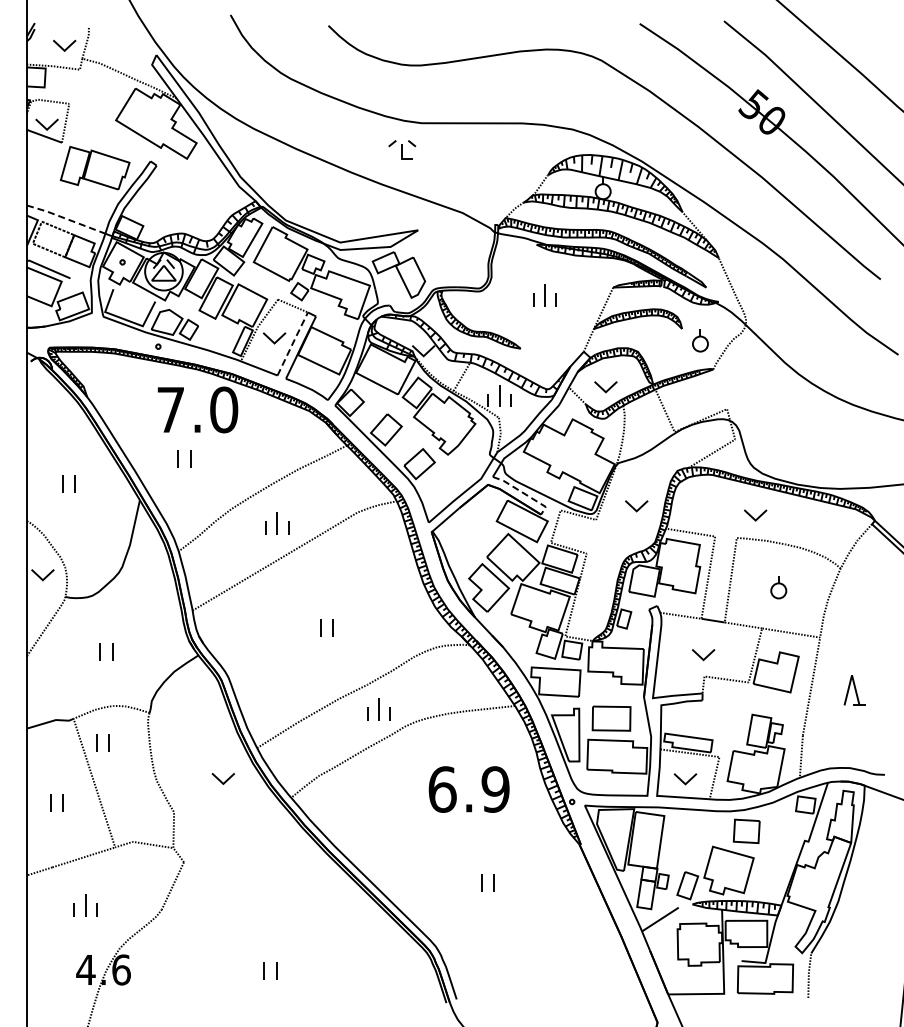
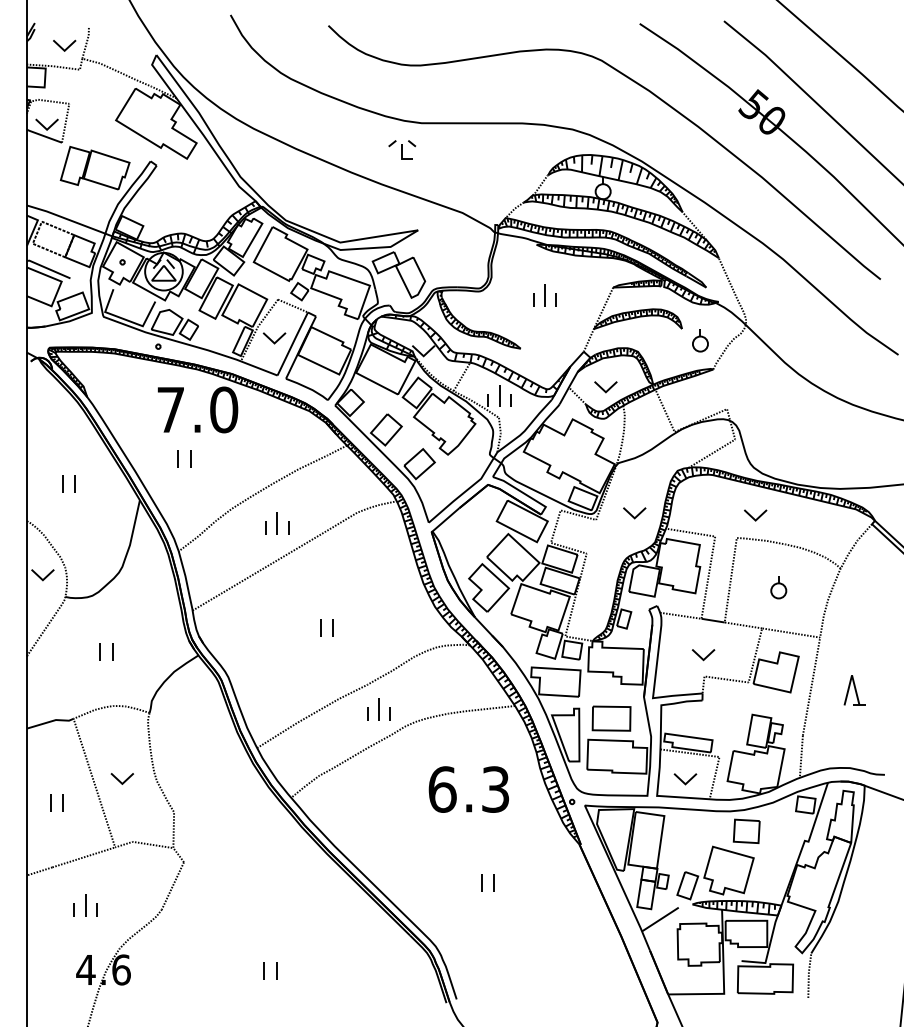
line at (66, 218): dashed -> solid
line at (292, 343): dashed -> solid
line at (523, 493): dashed -> solid
part at (636, 506) position: (636, 506) -> (634, 513)
part at (102, 742): present -> none
part at (222, 778) position: (222, 778) -> (121, 778)
text at (495, 789): 6.9 -> 6.3
